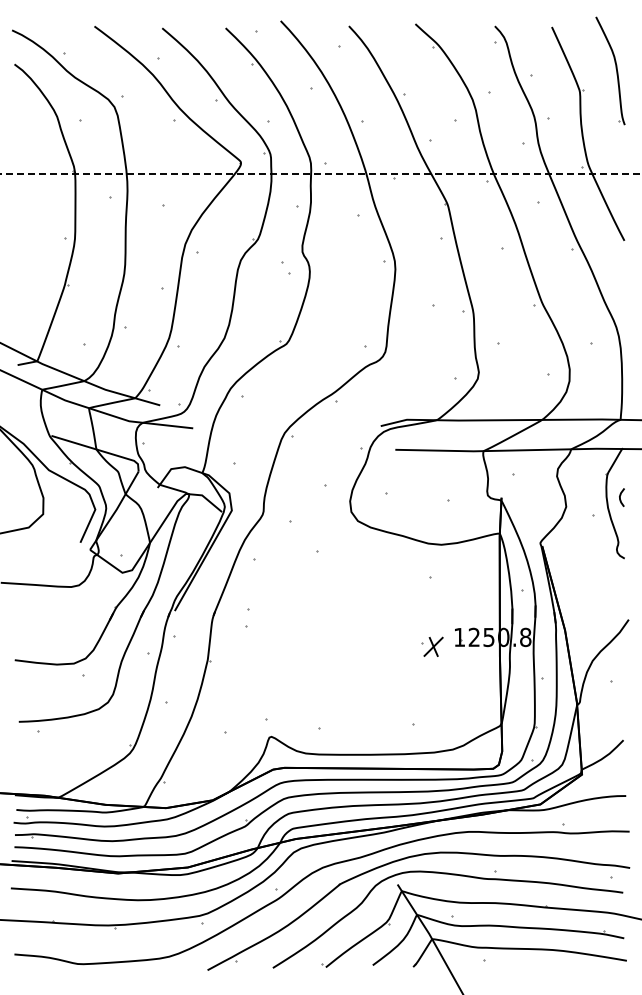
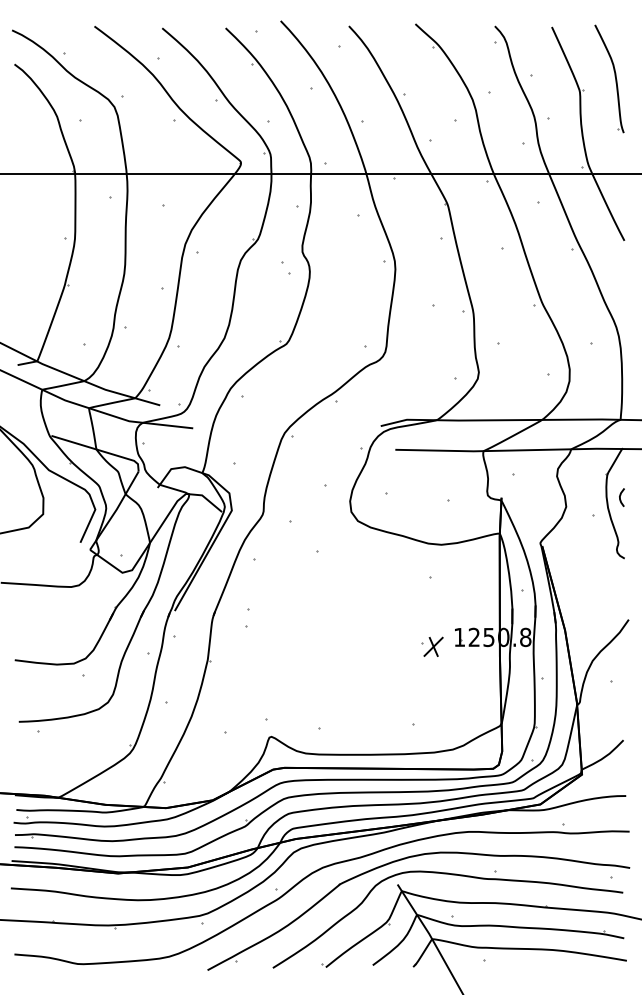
part at (610, 70) position: (610, 70) -> (609, 78)
line at (321, 173): dashed -> solid
